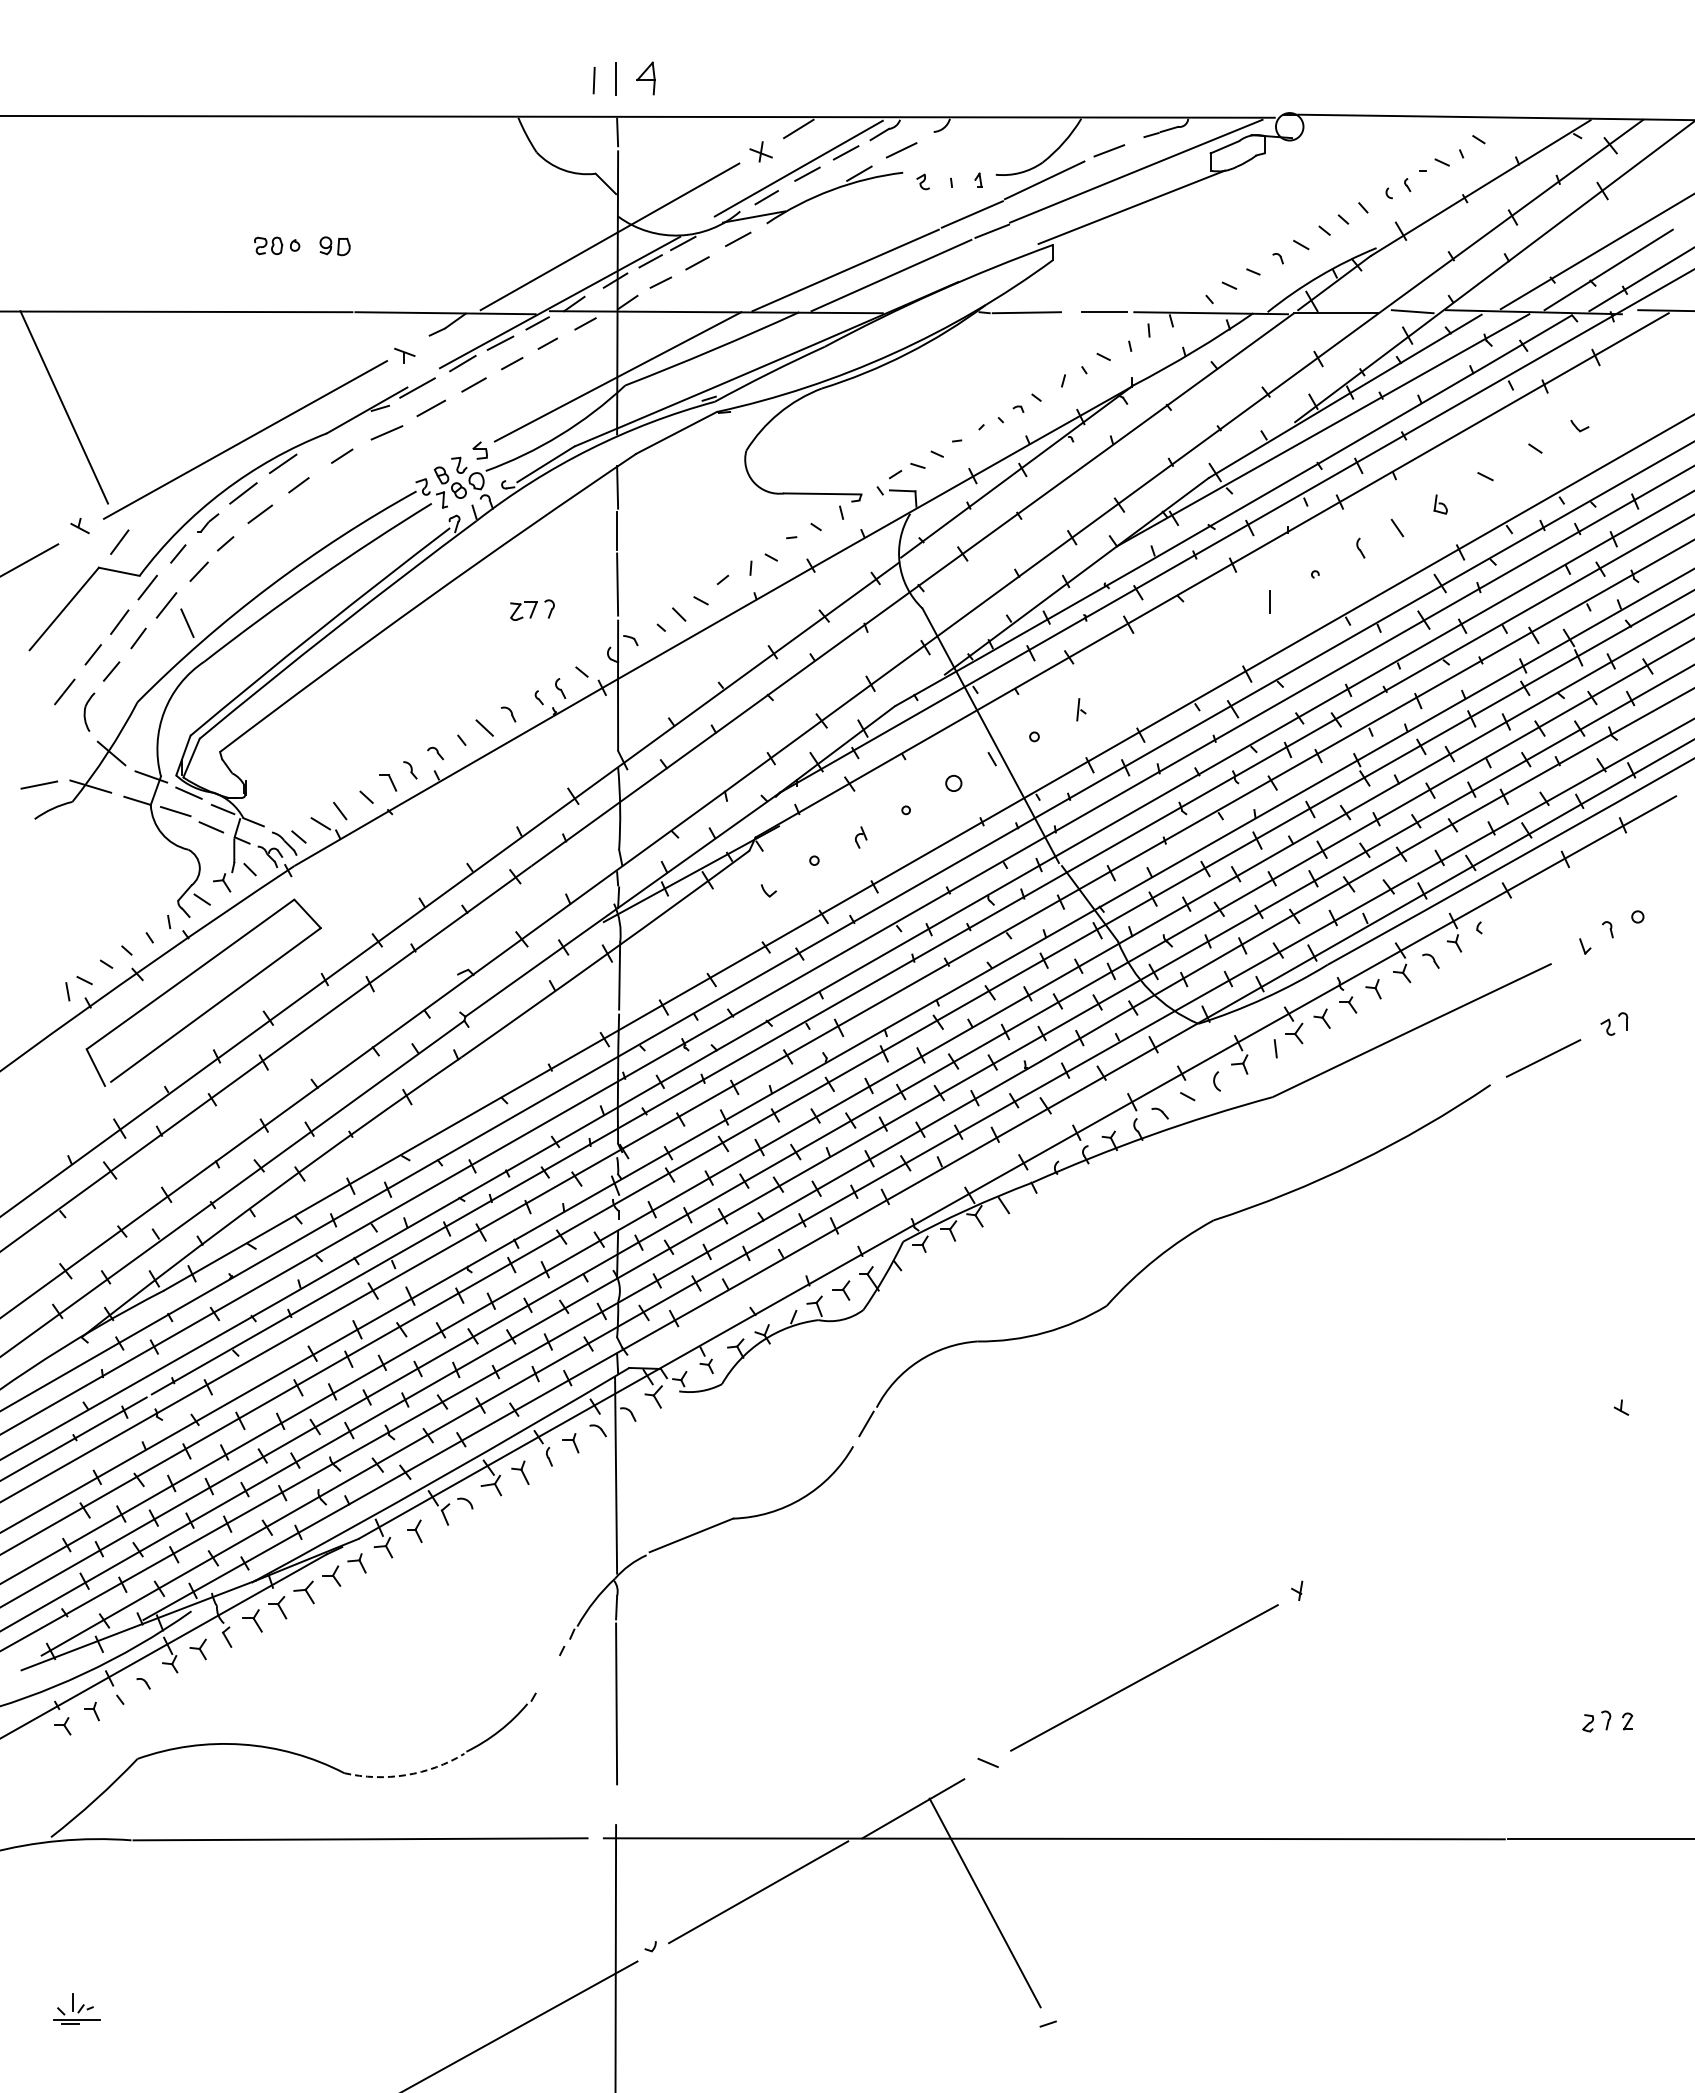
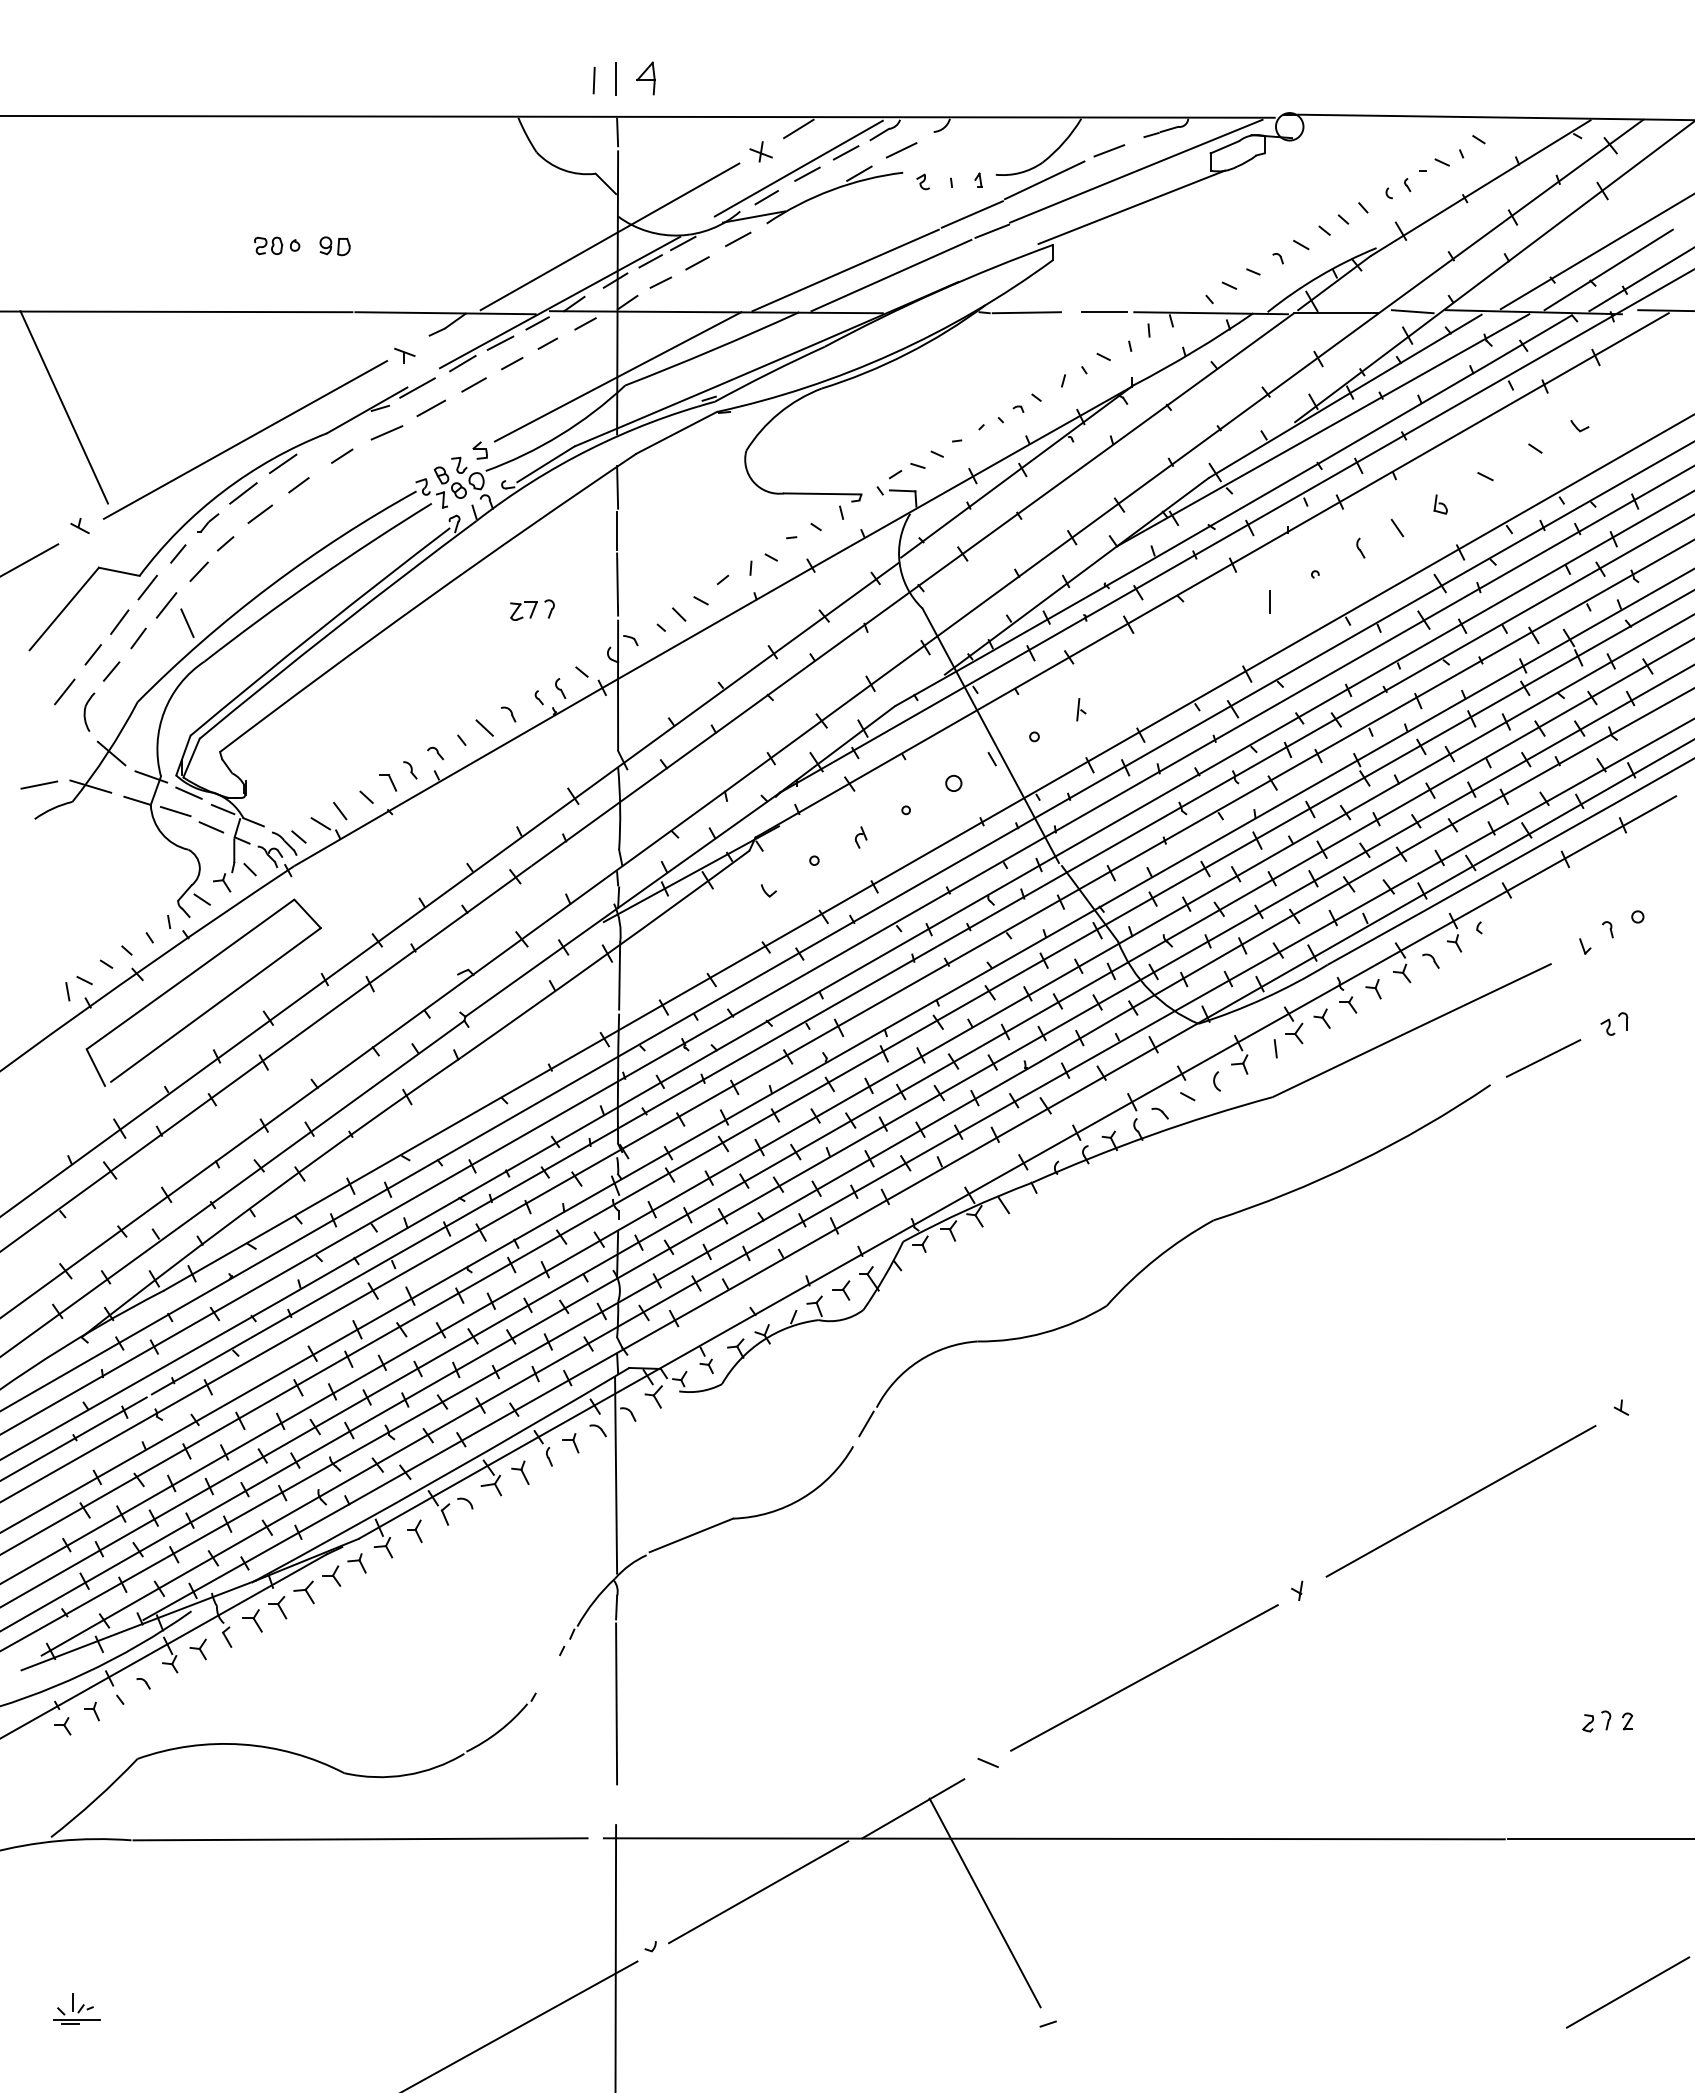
line at (119, 541): present -> none
line at (1460, 1500): none -> present
arc at (406, 1775): dashed -> solid
line at (1627, 1992): none -> present
